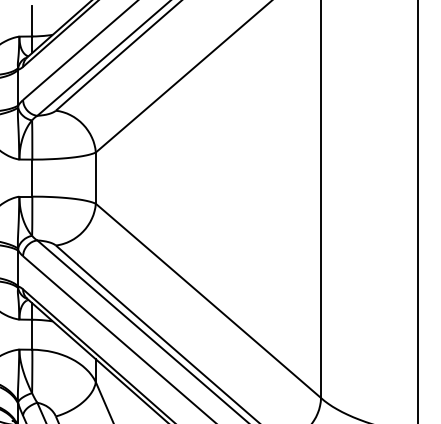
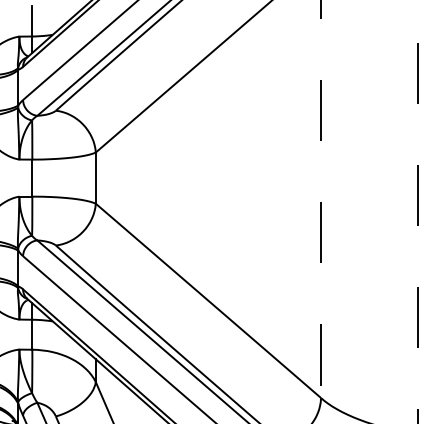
line at (321, 199): solid -> dashed
line at (418, 212): solid -> dashed
